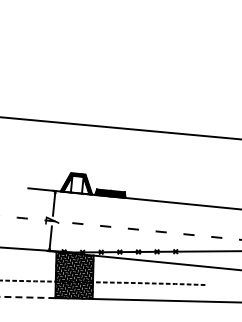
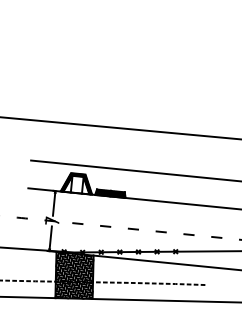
line at (134, 170): none -> present
line at (27, 297): dashed -> solid
